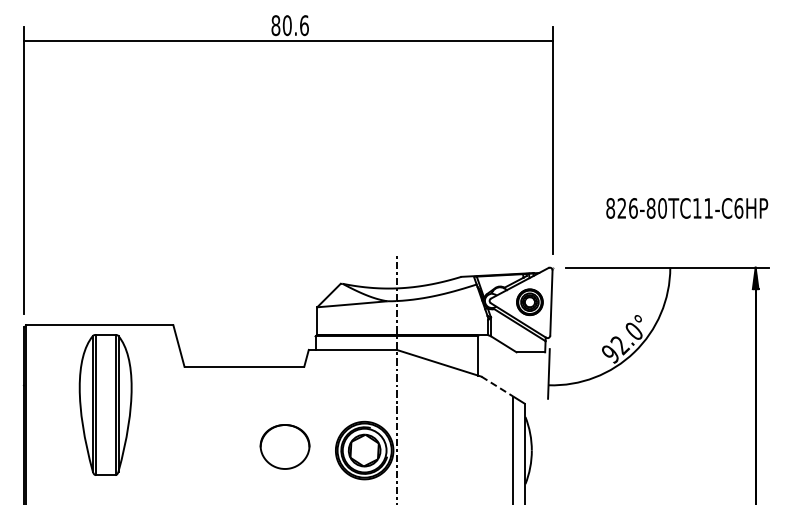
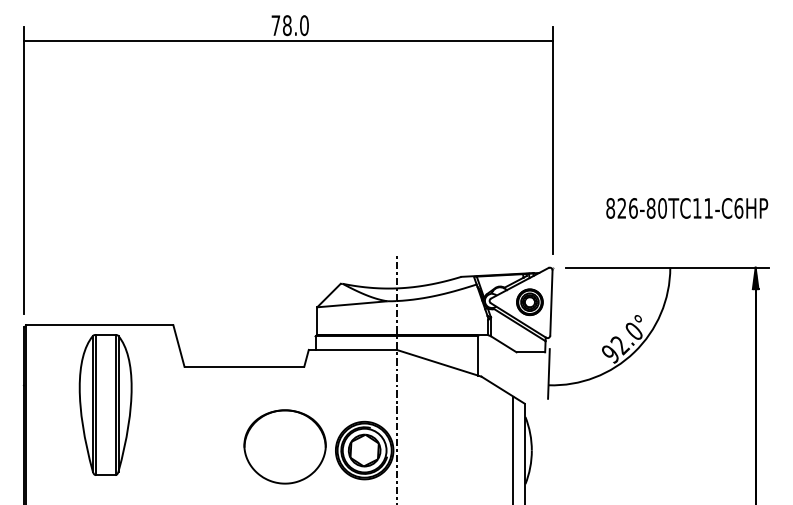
text at (289, 25): 80.6 -> 78.0
line at (497, 386): dashed -> solid
part at (284, 446) size: 52x46 px -> 84x76 px
